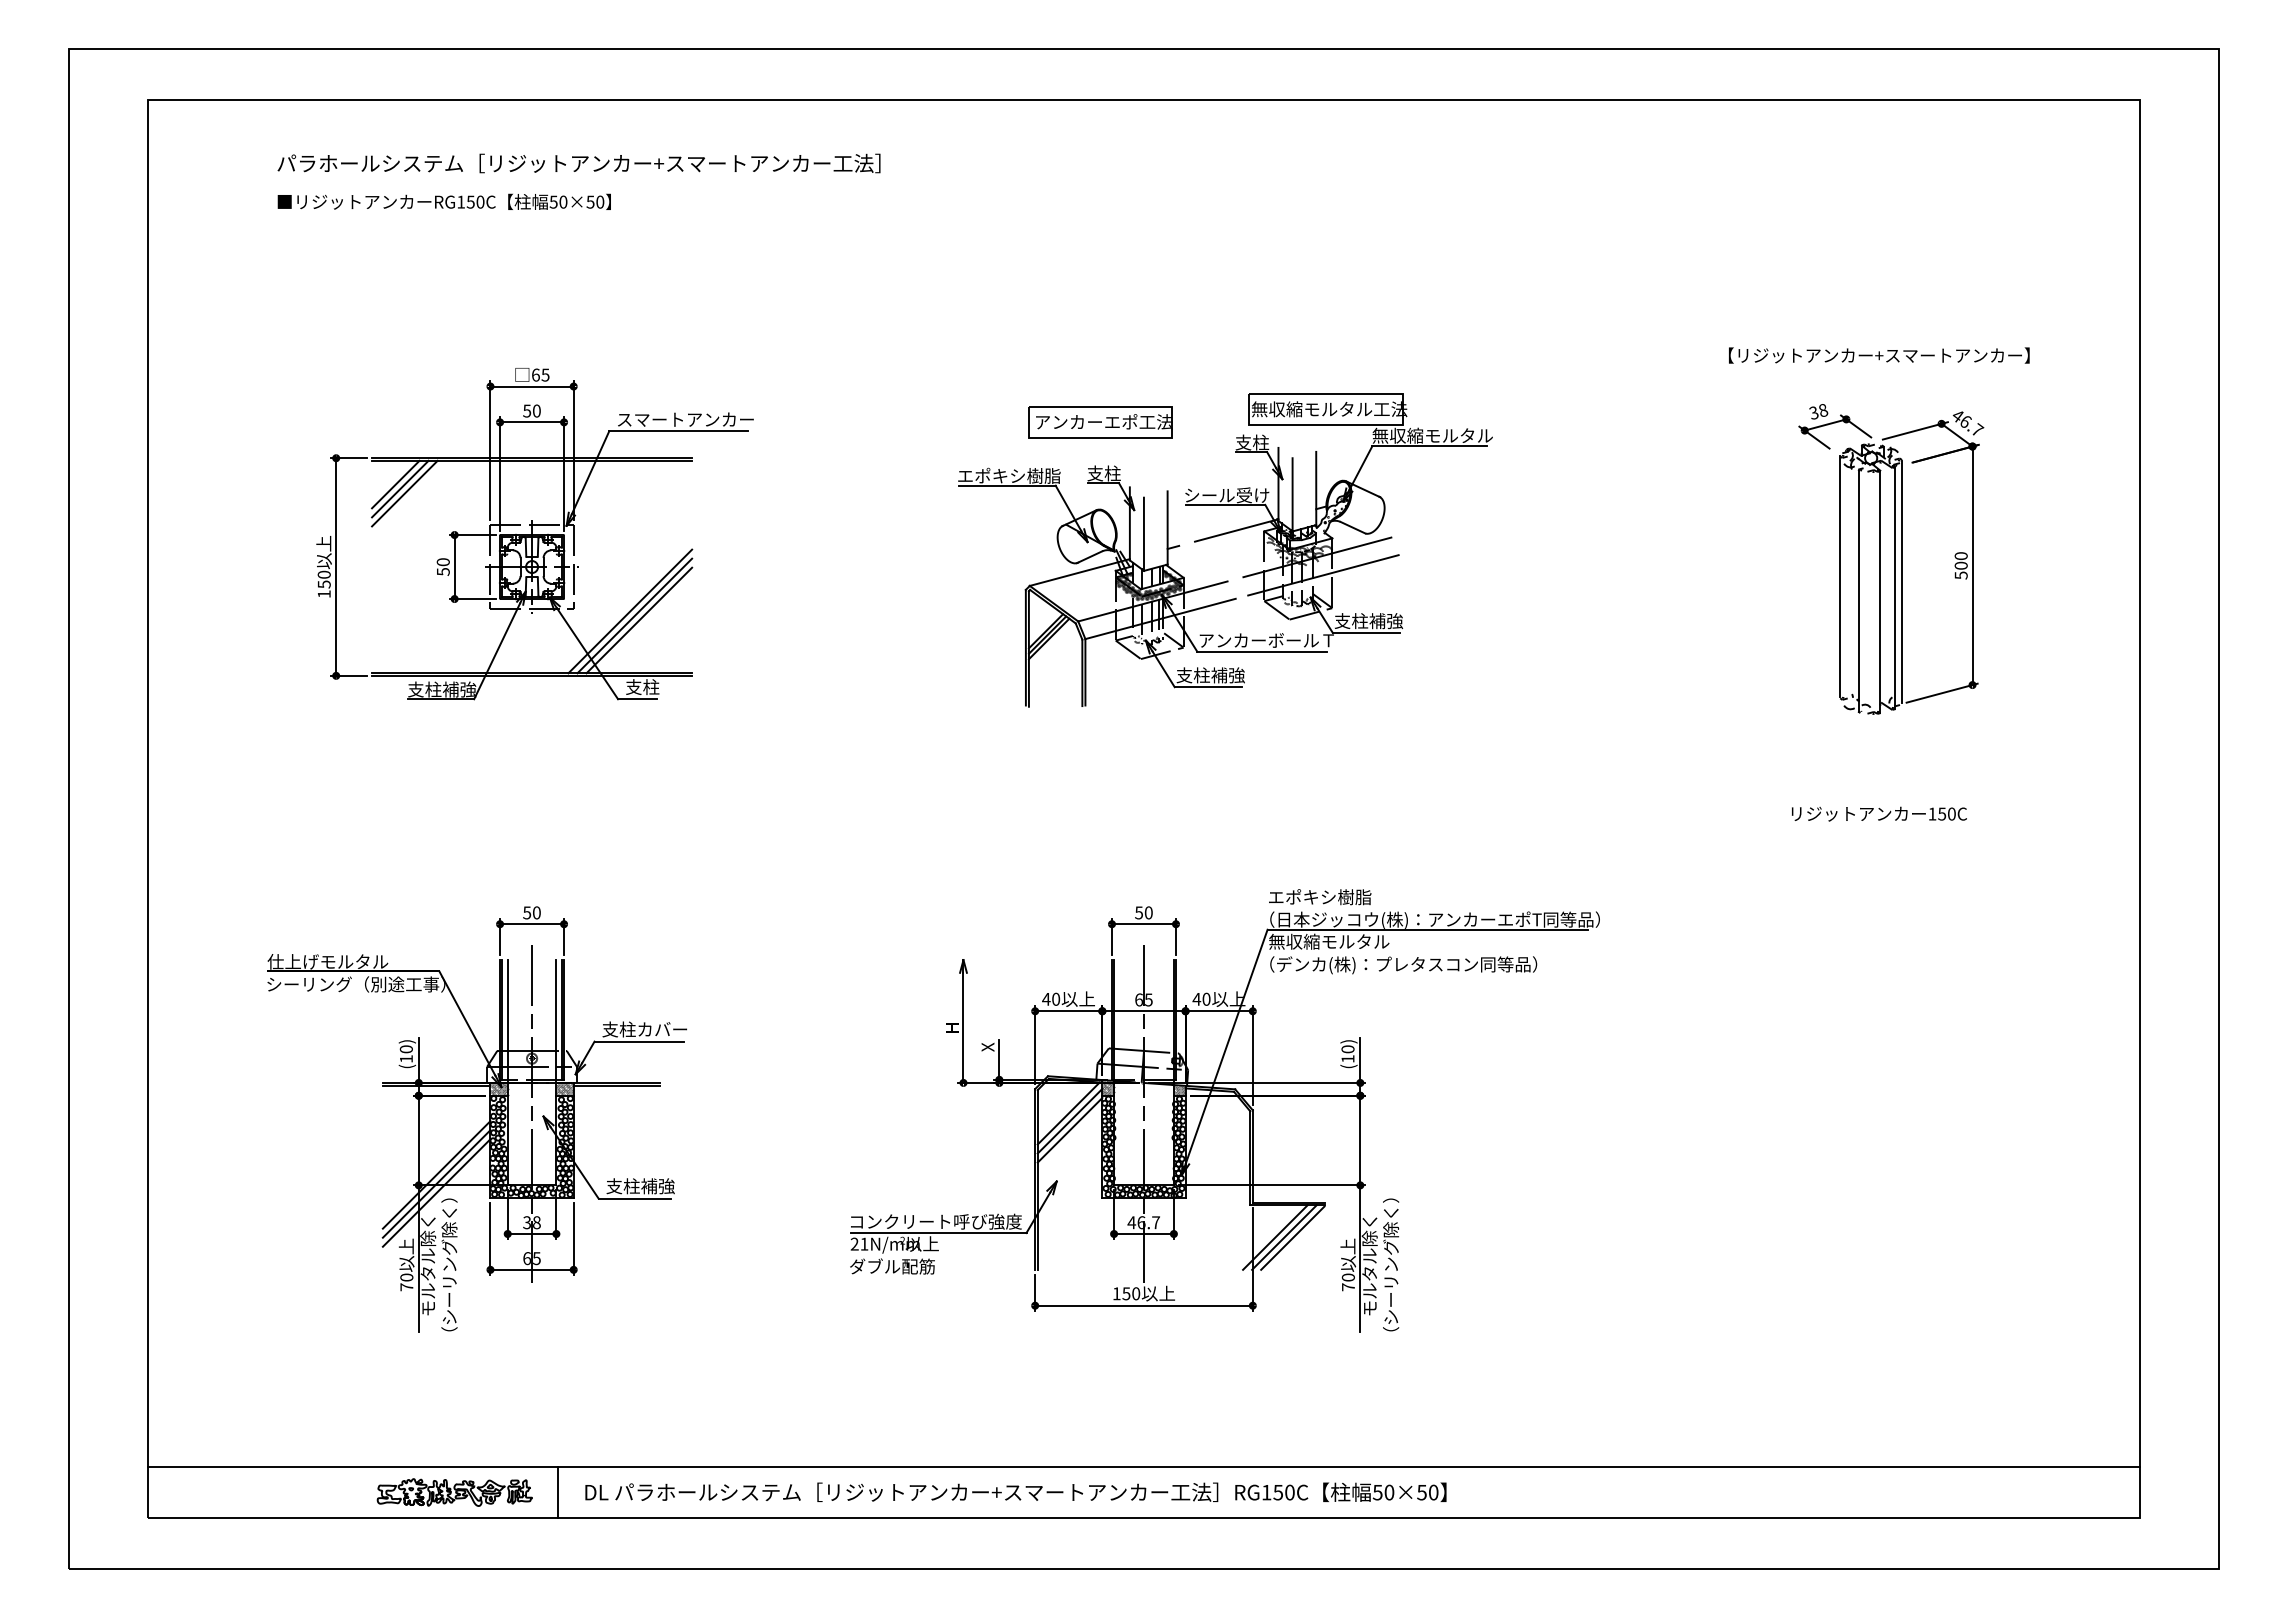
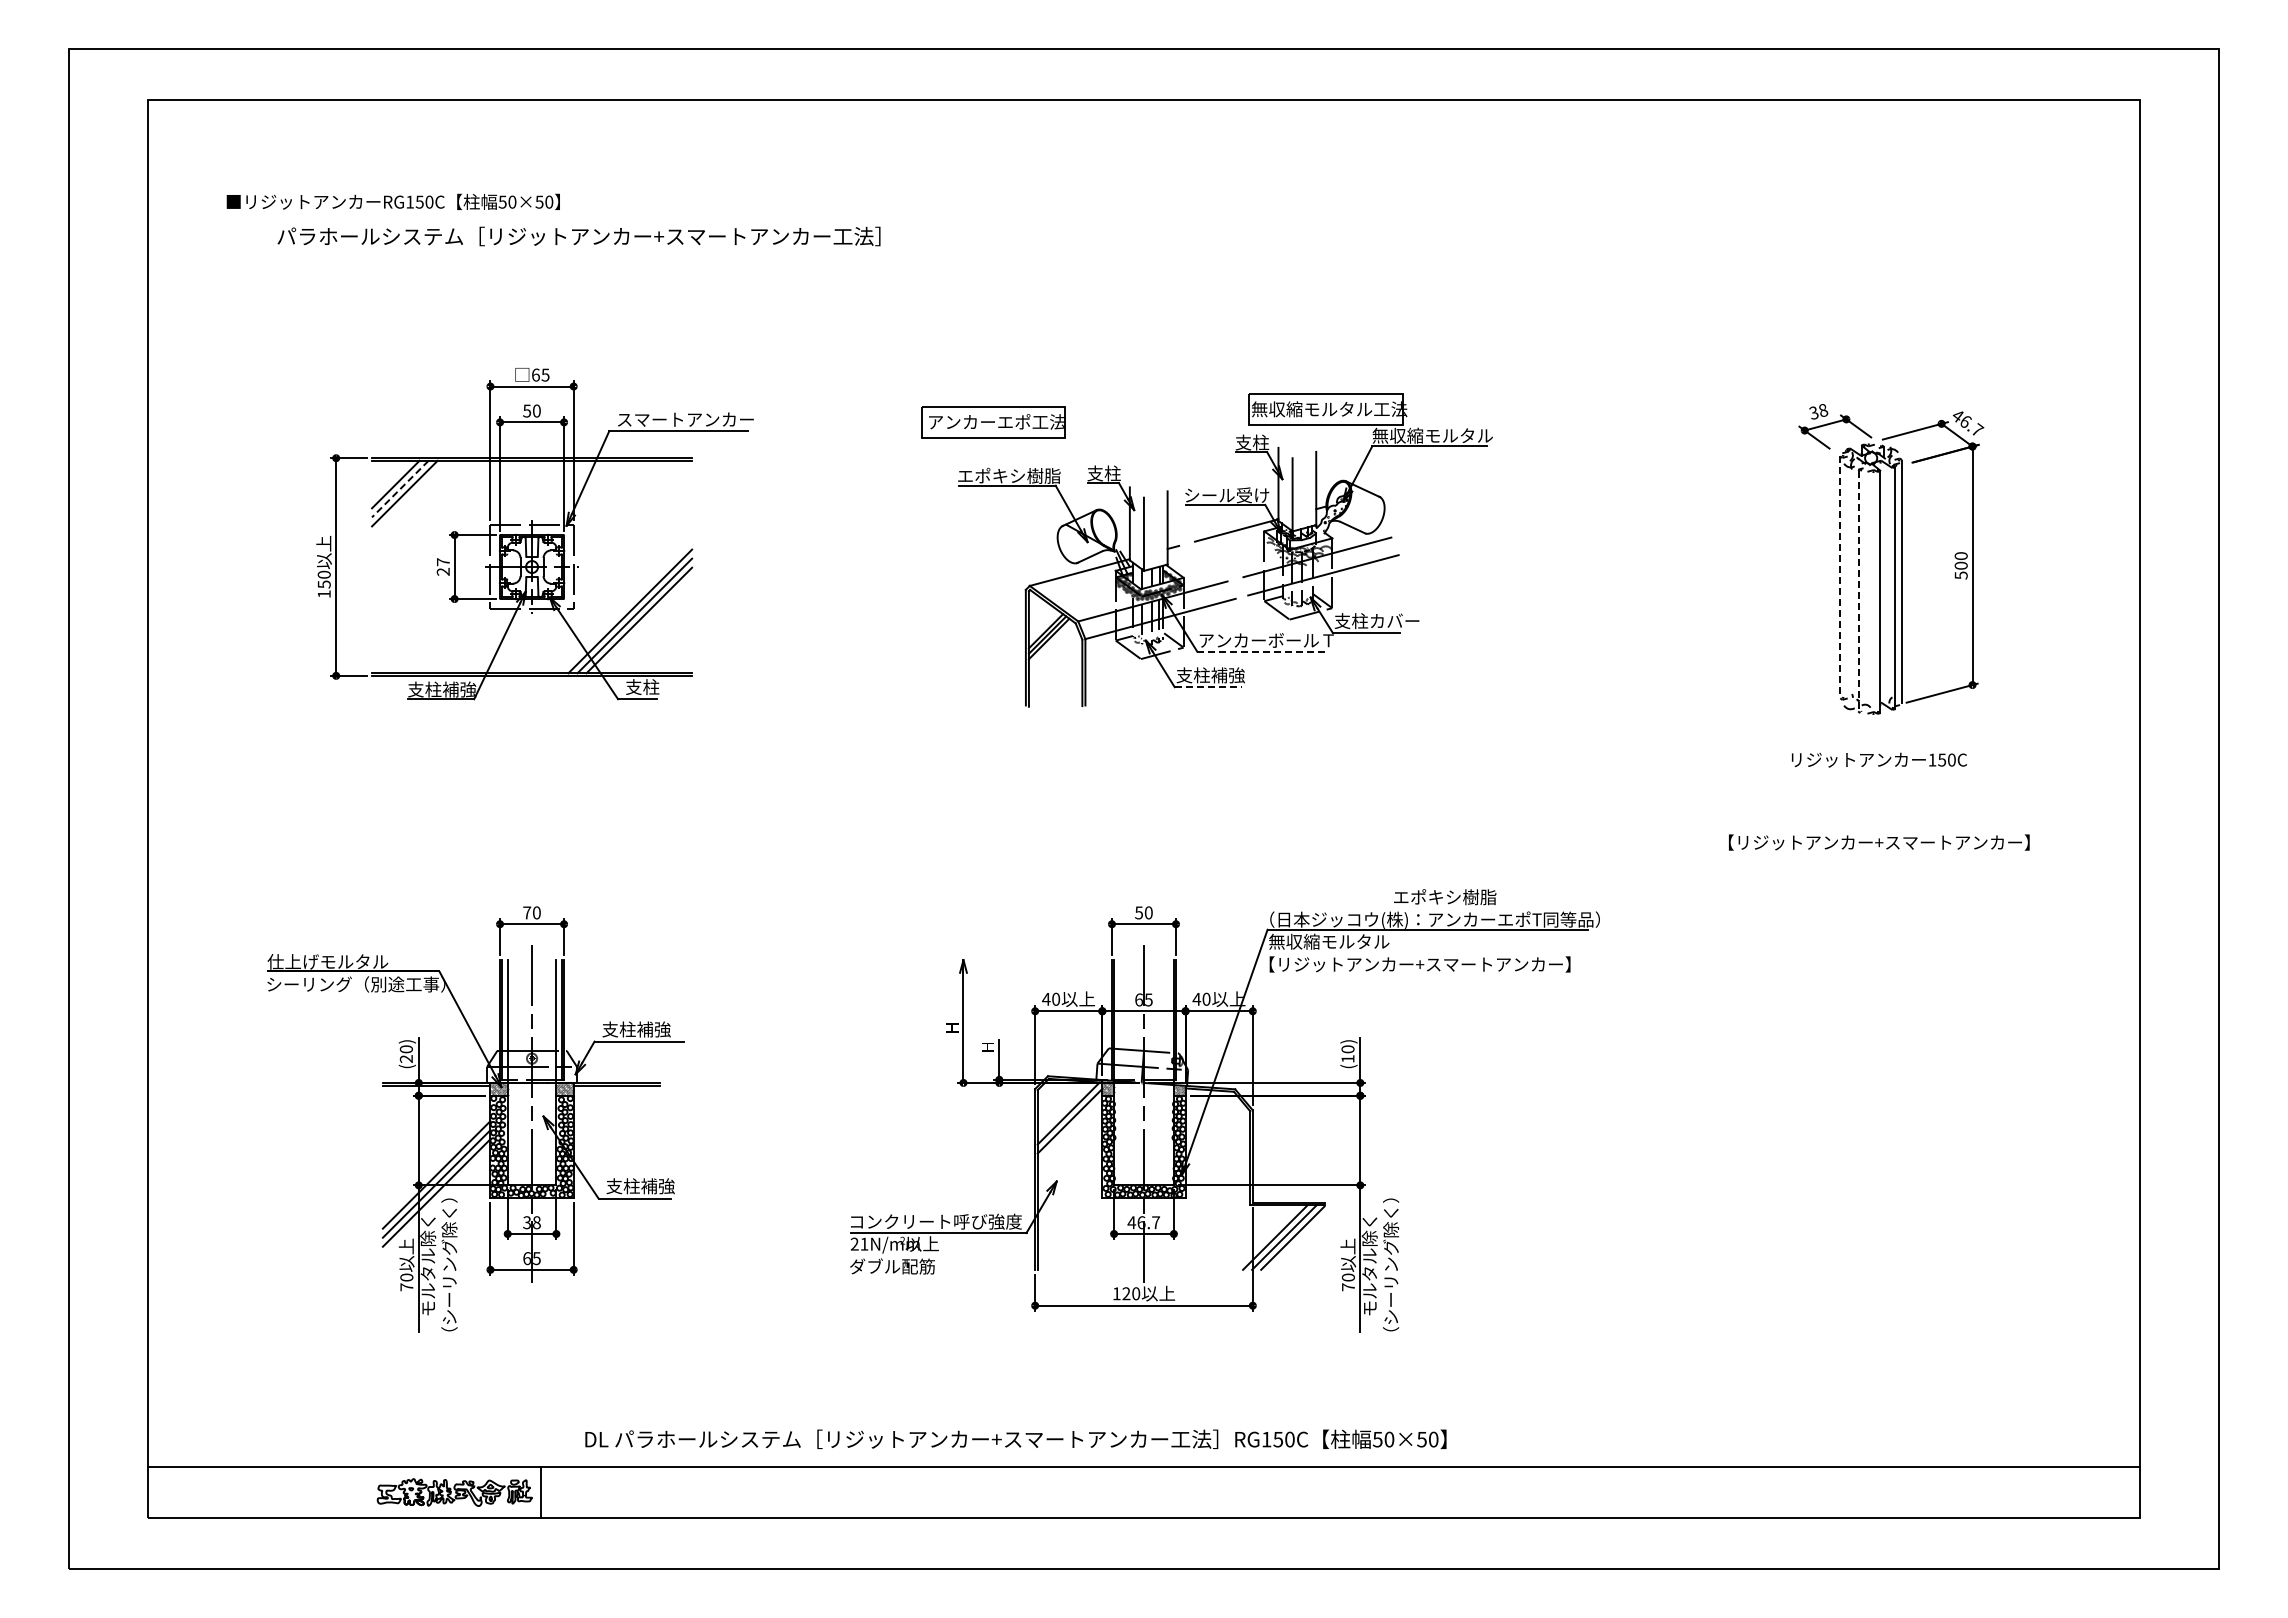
text at (578, 163) position: (578, 163) -> (578, 236)
text at (443, 201) position: (443, 201) -> (392, 201)
text at (1879, 355) position: (1879, 355) -> (1879, 842)
part at (1100, 422) position: (1100, 422) -> (993, 422)
line at (399, 489): solid -> dashed
text at (442, 566): 50 -> 27
line at (1840, 576): solid -> dashed
line at (1858, 591): solid -> dashed
text at (1394, 621): 支柱補強 -> 支柱カバー
line at (1262, 651): solid -> dashed
line at (1208, 687): solid -> dashed
text at (1879, 813) position: (1879, 813) -> (1879, 759)
text at (1320, 897) position: (1320, 897) -> (1445, 897)
text at (527, 912): 50 -> 70
text at (1419, 965): （デンカ(株)：プレタスコン同等品） -> 【リジットアンカー+スマートアンカー】
text at (662, 1029): 支柱カバー -> 支柱補強
text at (987, 1046): X -> H
text at (405, 1058): (10) -> (20)
line at (1069, 1129): present -> none
text at (1126, 1293): 150 -> 120
text at (1015, 1491) position: (1015, 1491) -> (1015, 1438)
line at (557, 1492) position: (557, 1492) -> (540, 1492)
